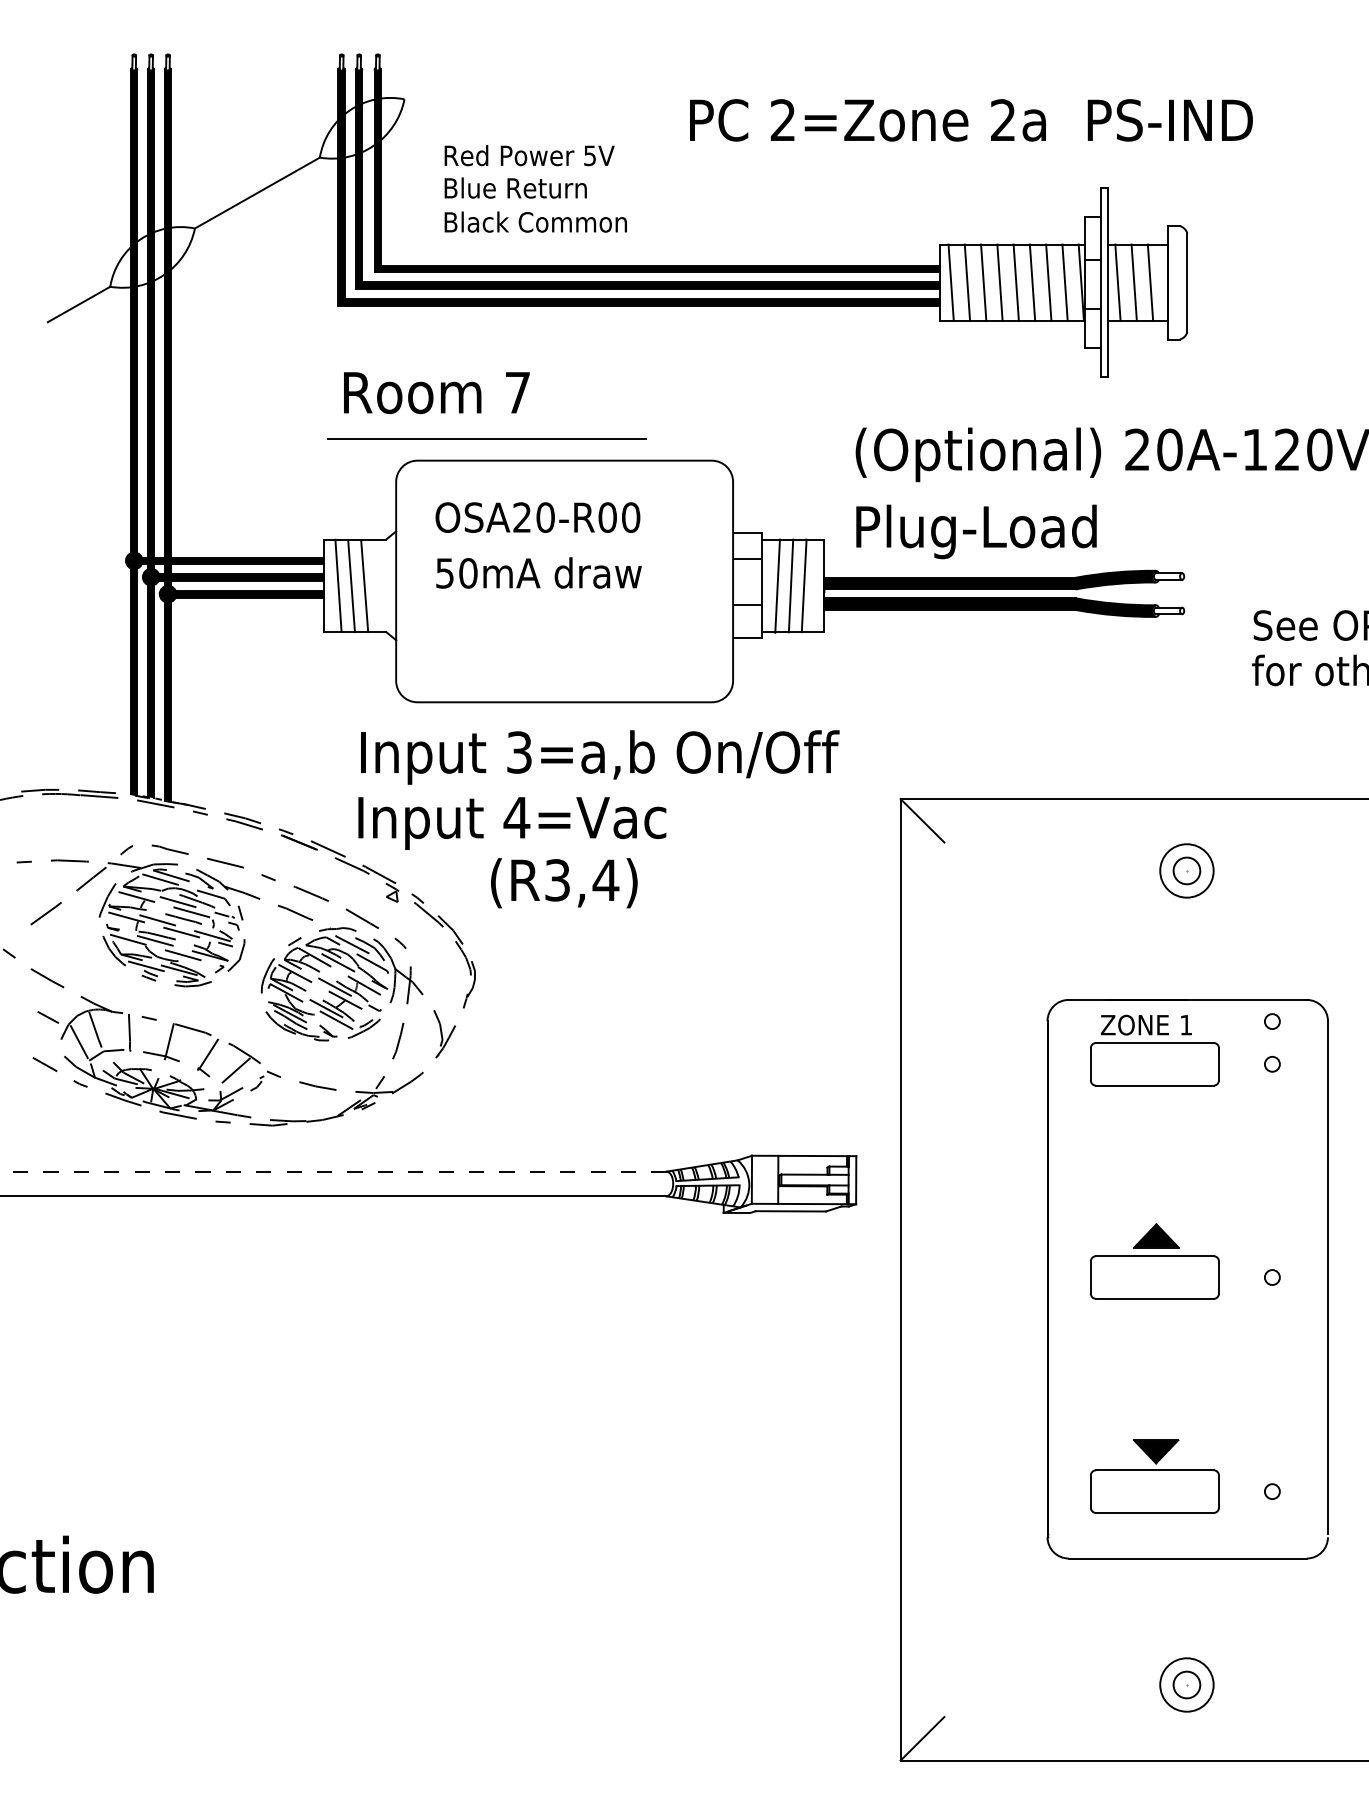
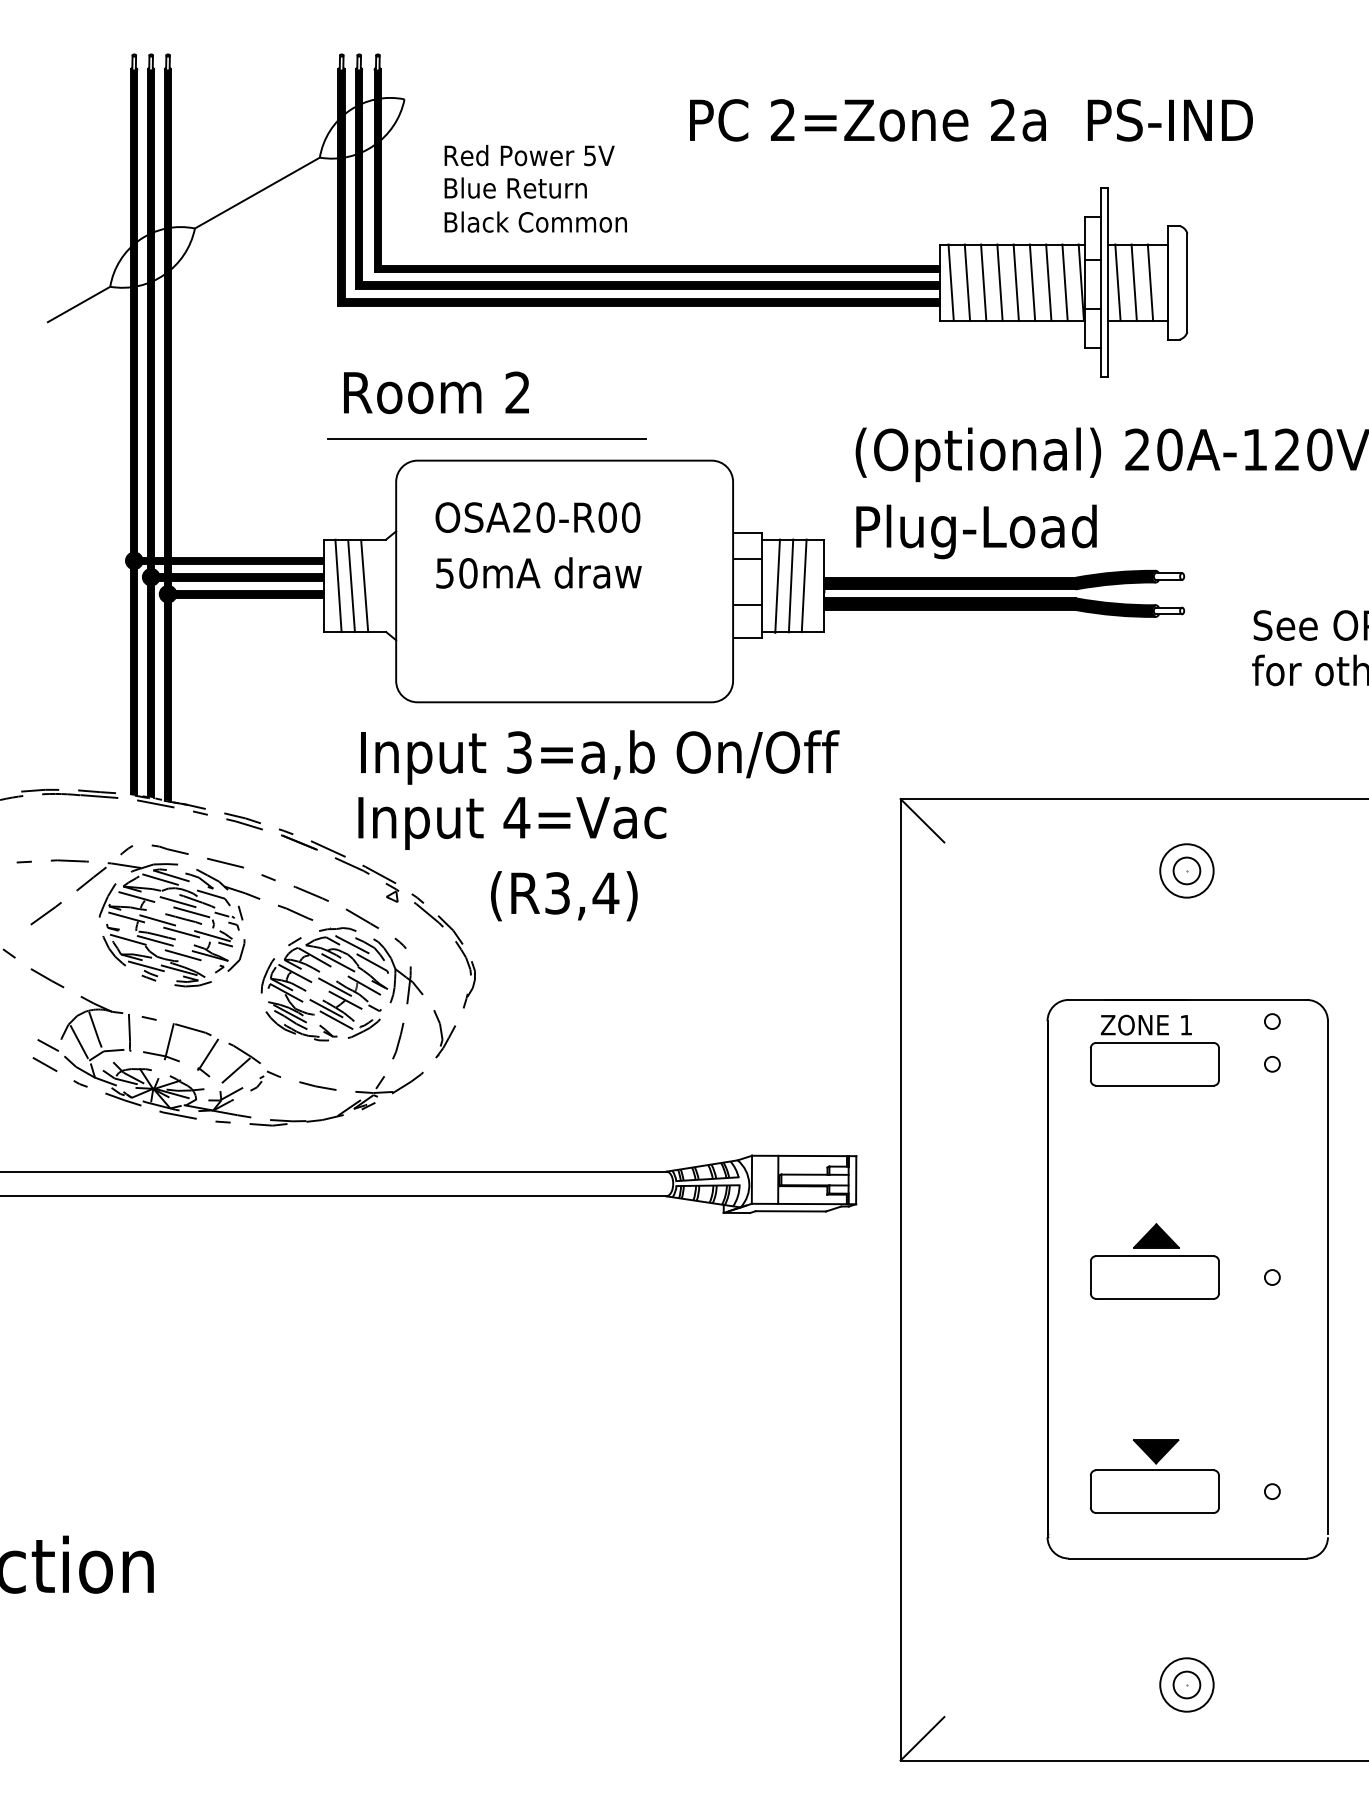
text at (517, 392): 7 -> 2
text at (564, 883) position: (564, 883) -> (564, 896)
line at (48, 1017) position: (48, 1017) -> (48, 1045)
line at (333, 1171): dashed -> solid
